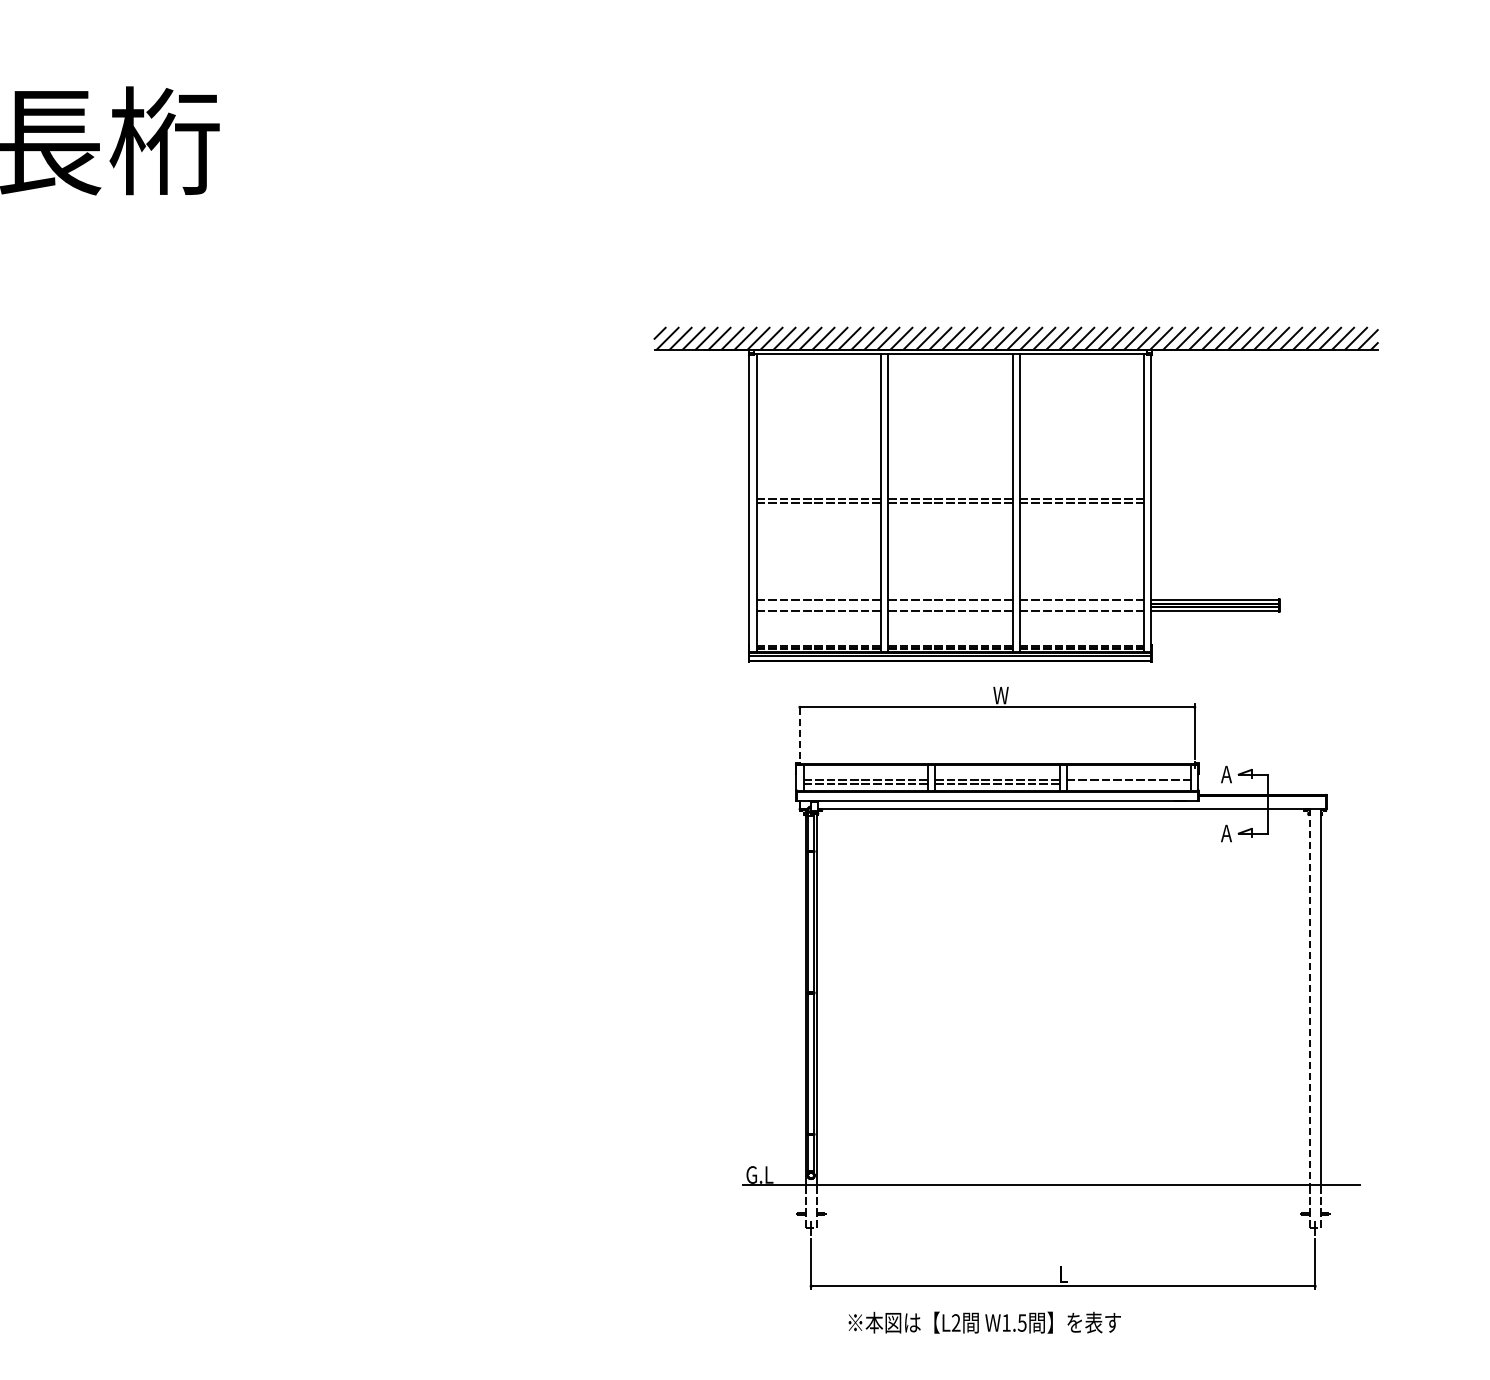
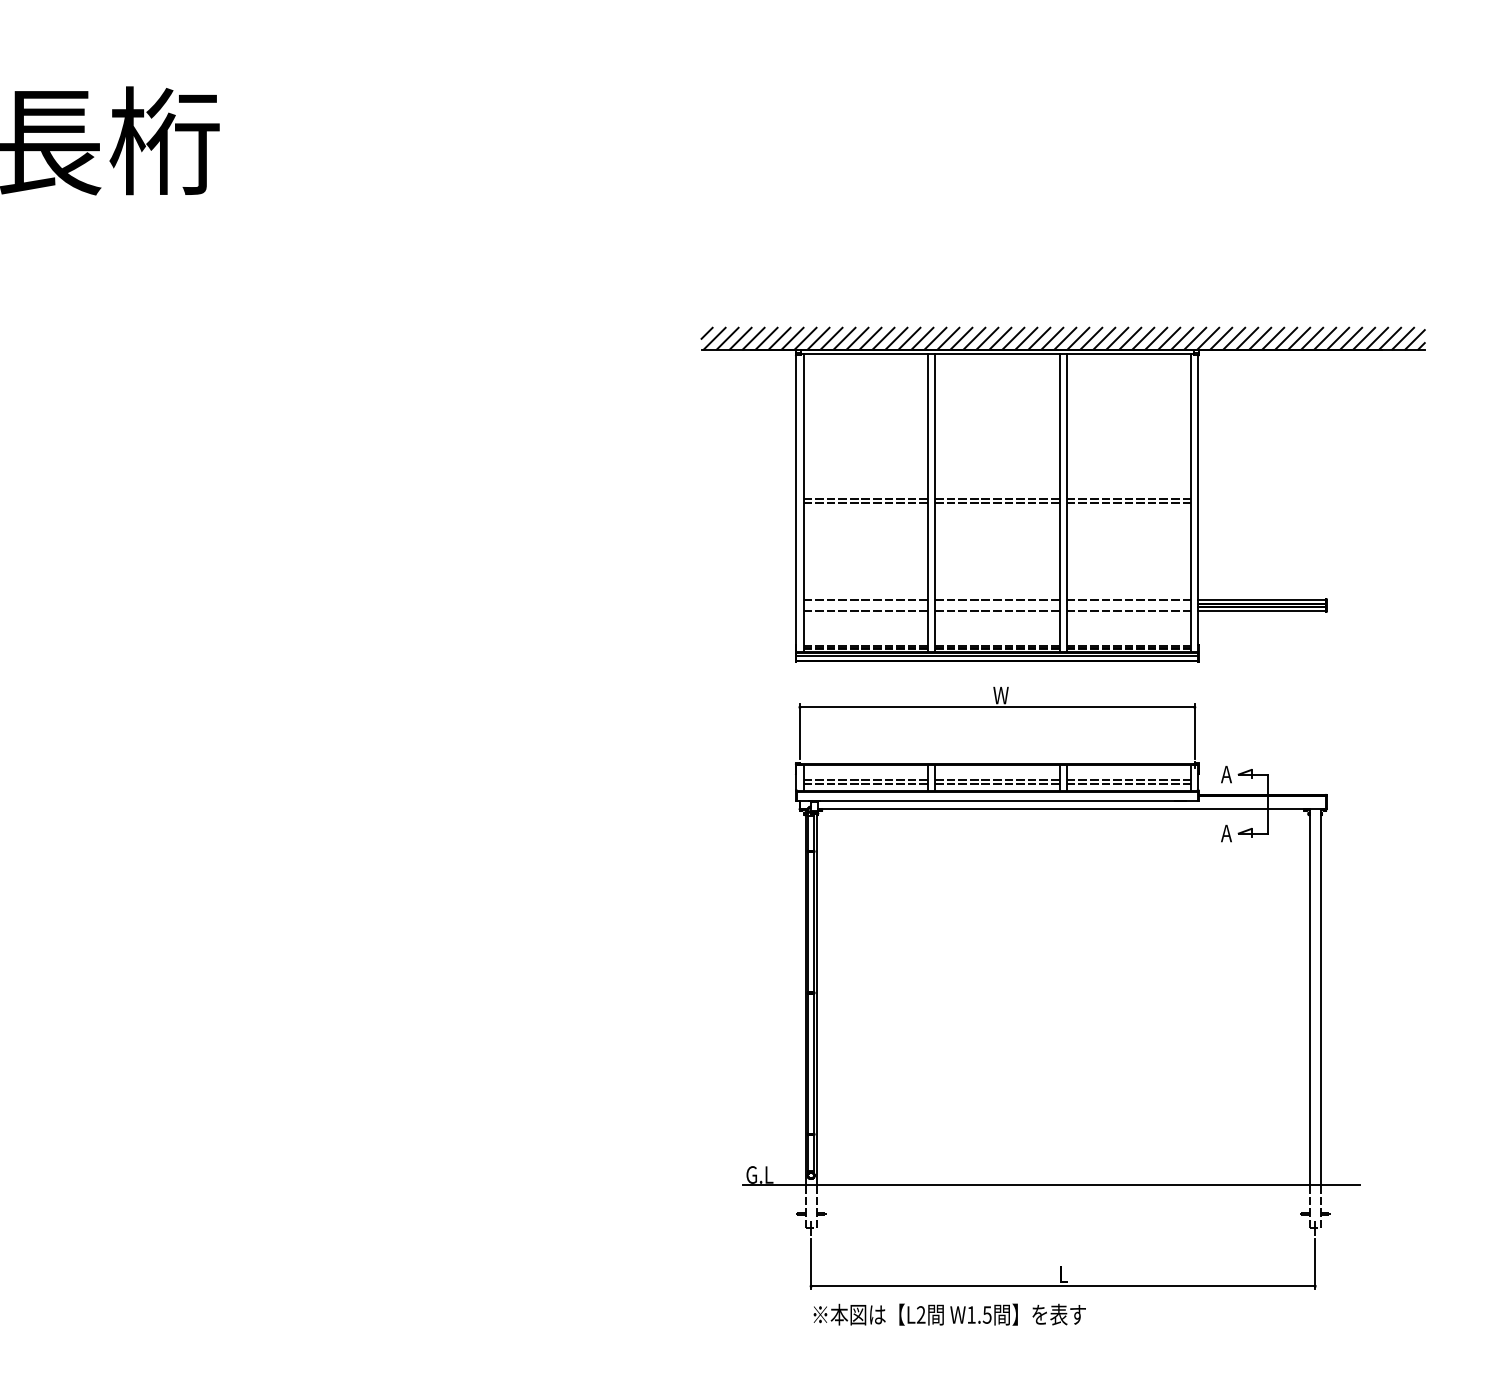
part at (1015, 494) position: (1015, 494) -> (1062, 494)
line at (799, 731): dashed -> solid
line at (1128, 783): none -> present
line at (1309, 997): dashed -> solid
text at (984, 1322) position: (984, 1322) -> (949, 1314)
